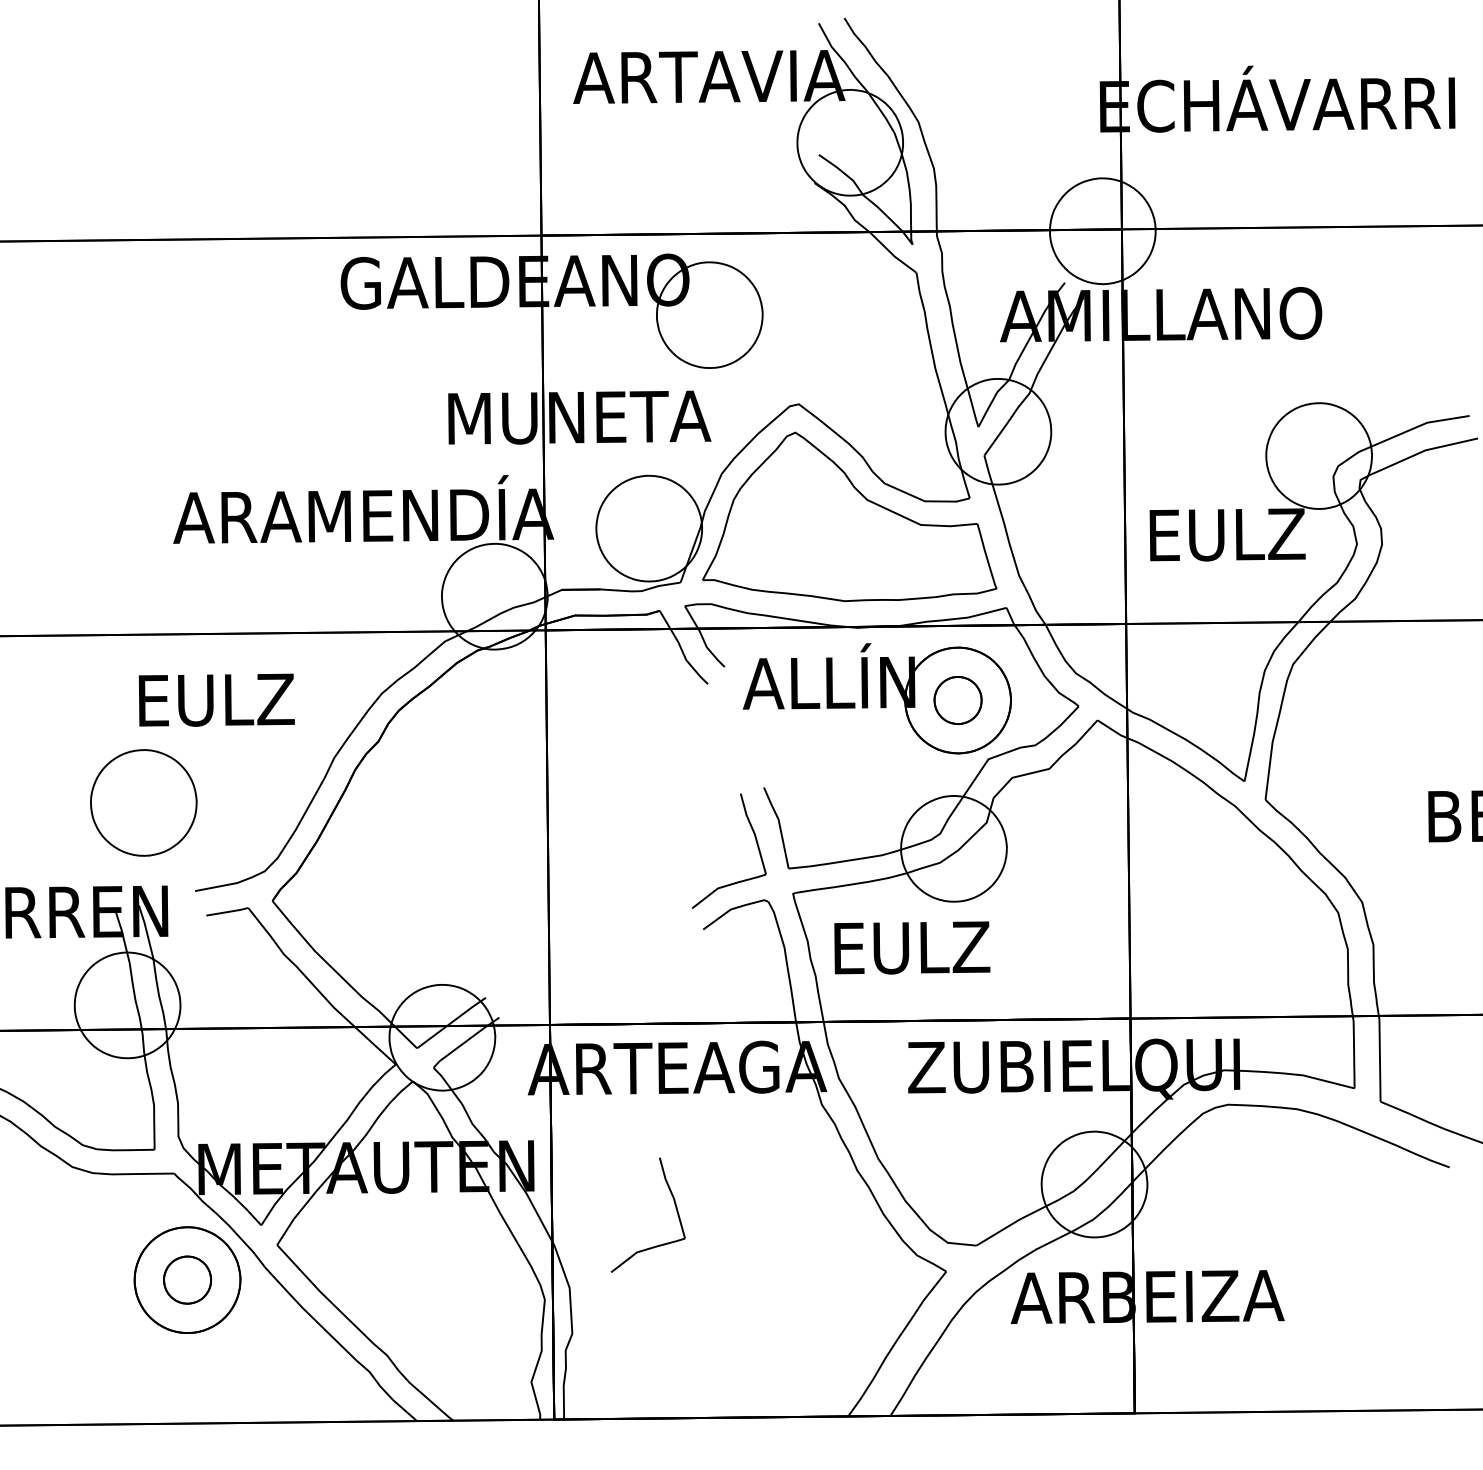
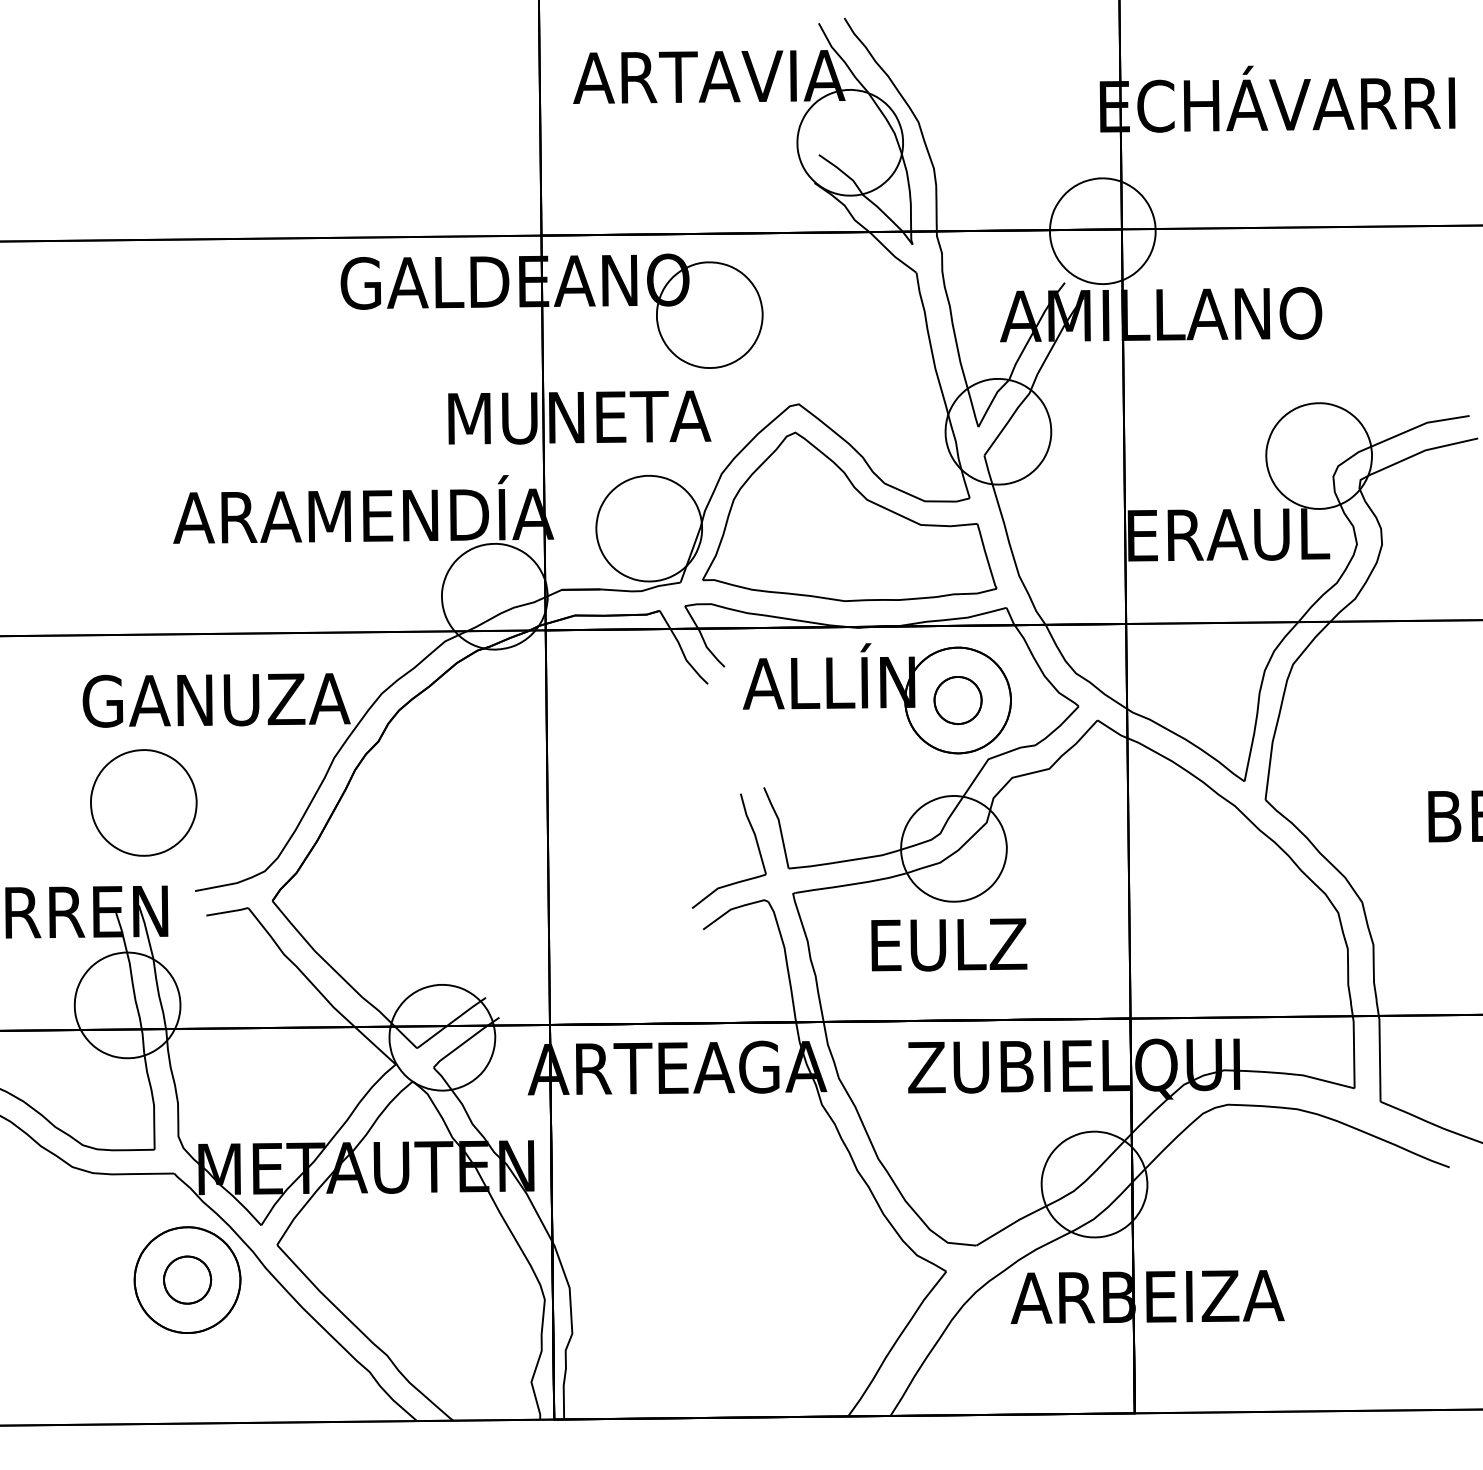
text at (1228, 534): EULZ -> ERAUL
text at (216, 700): EULZ -> GANUZA
text at (912, 947) position: (912, 947) -> (949, 944)
part at (675, 1208): present -> none
